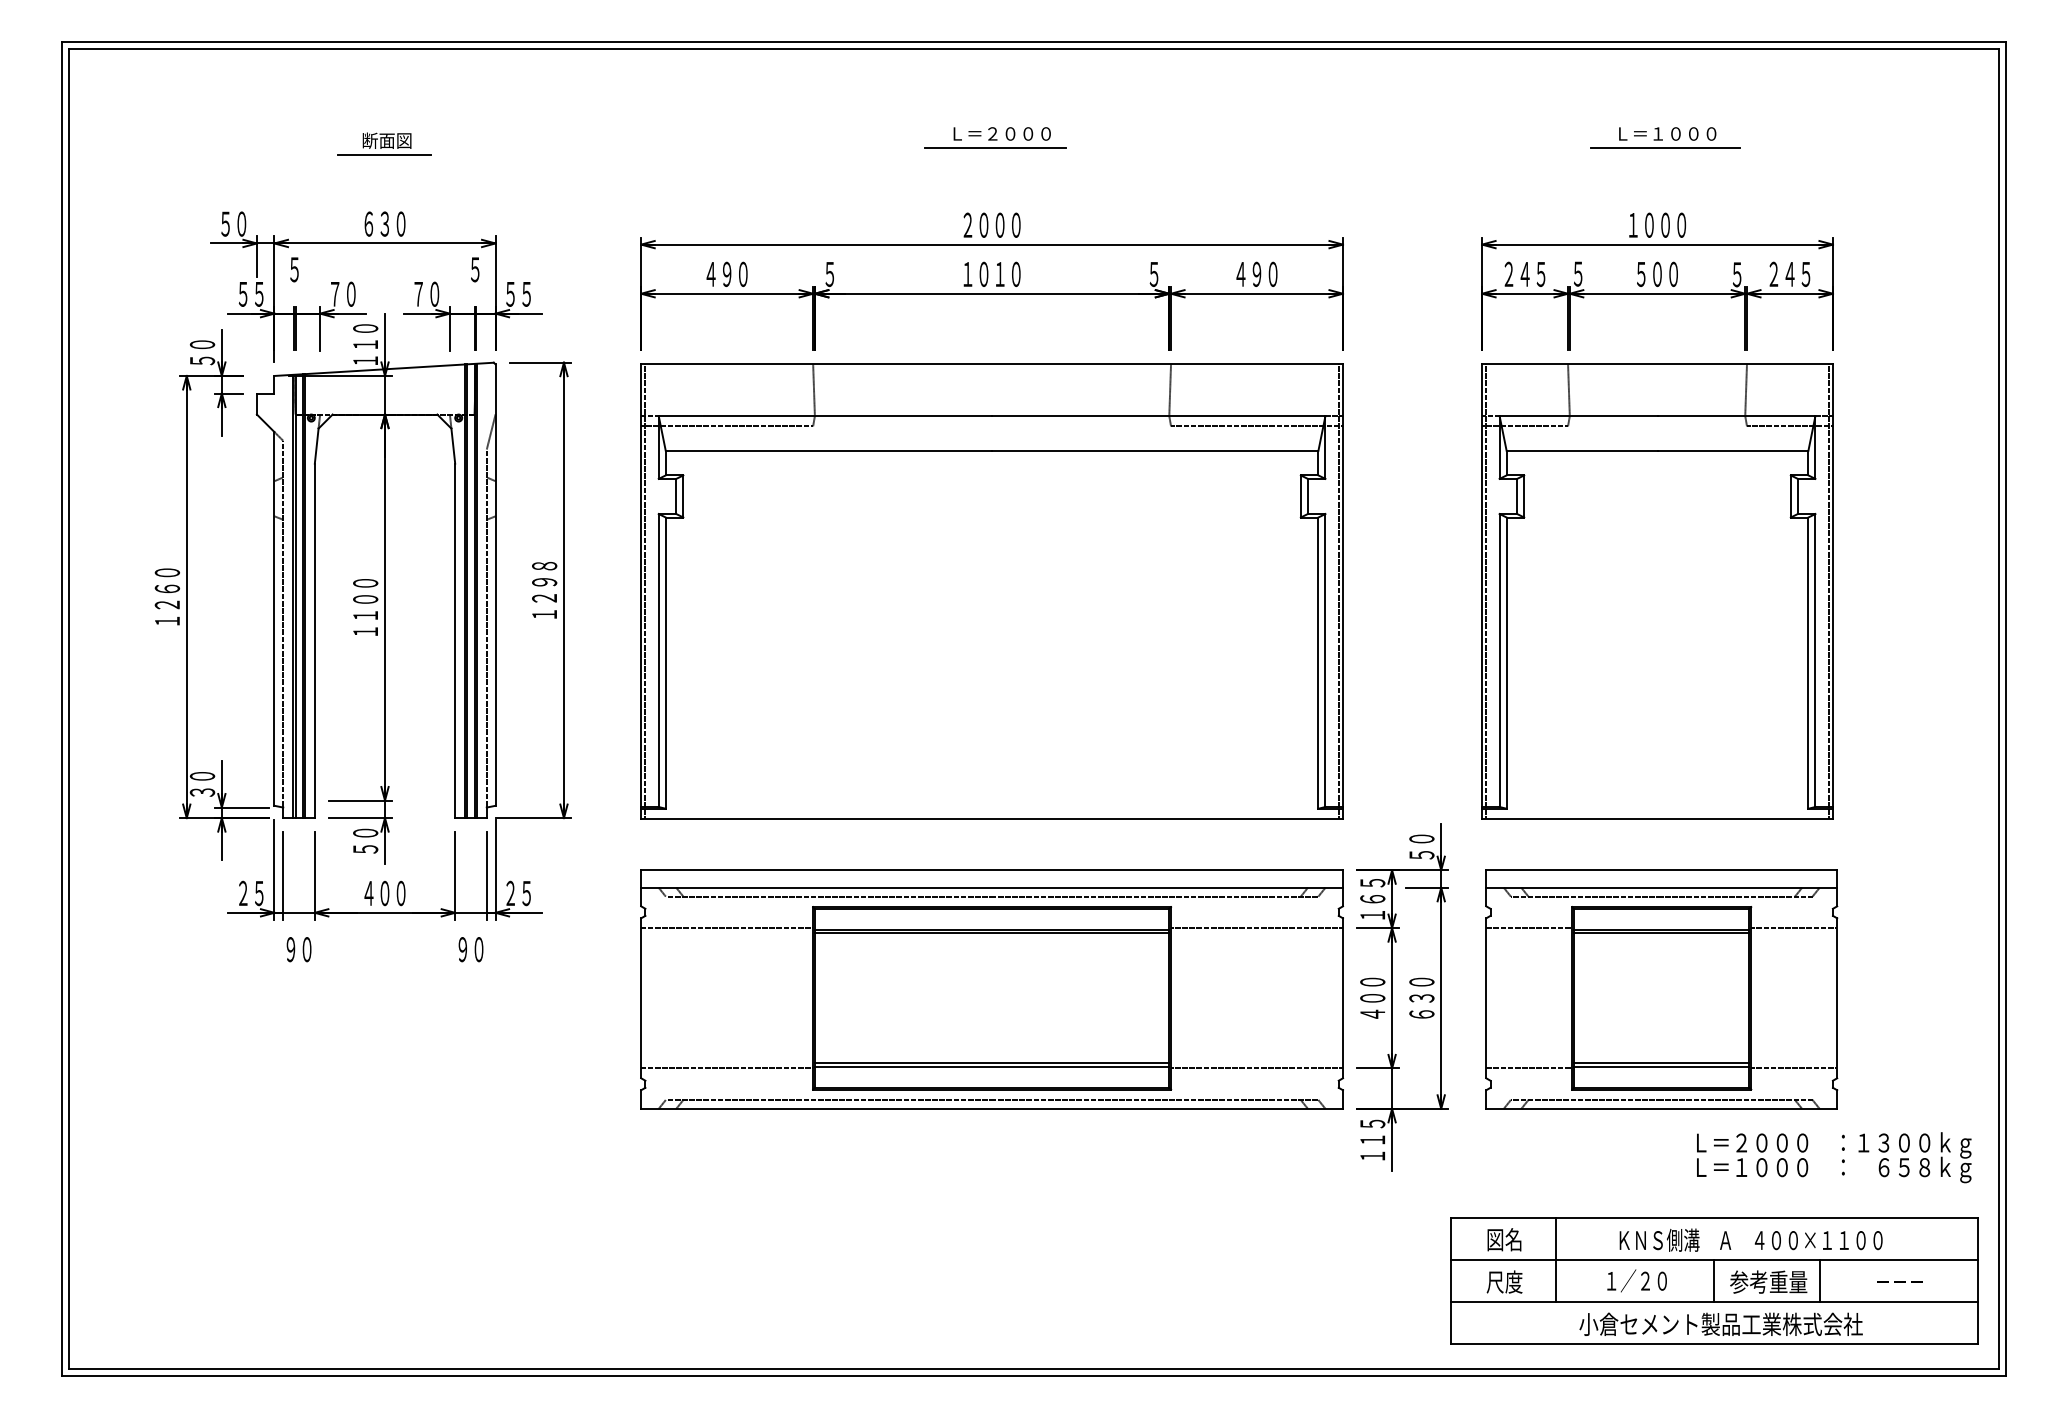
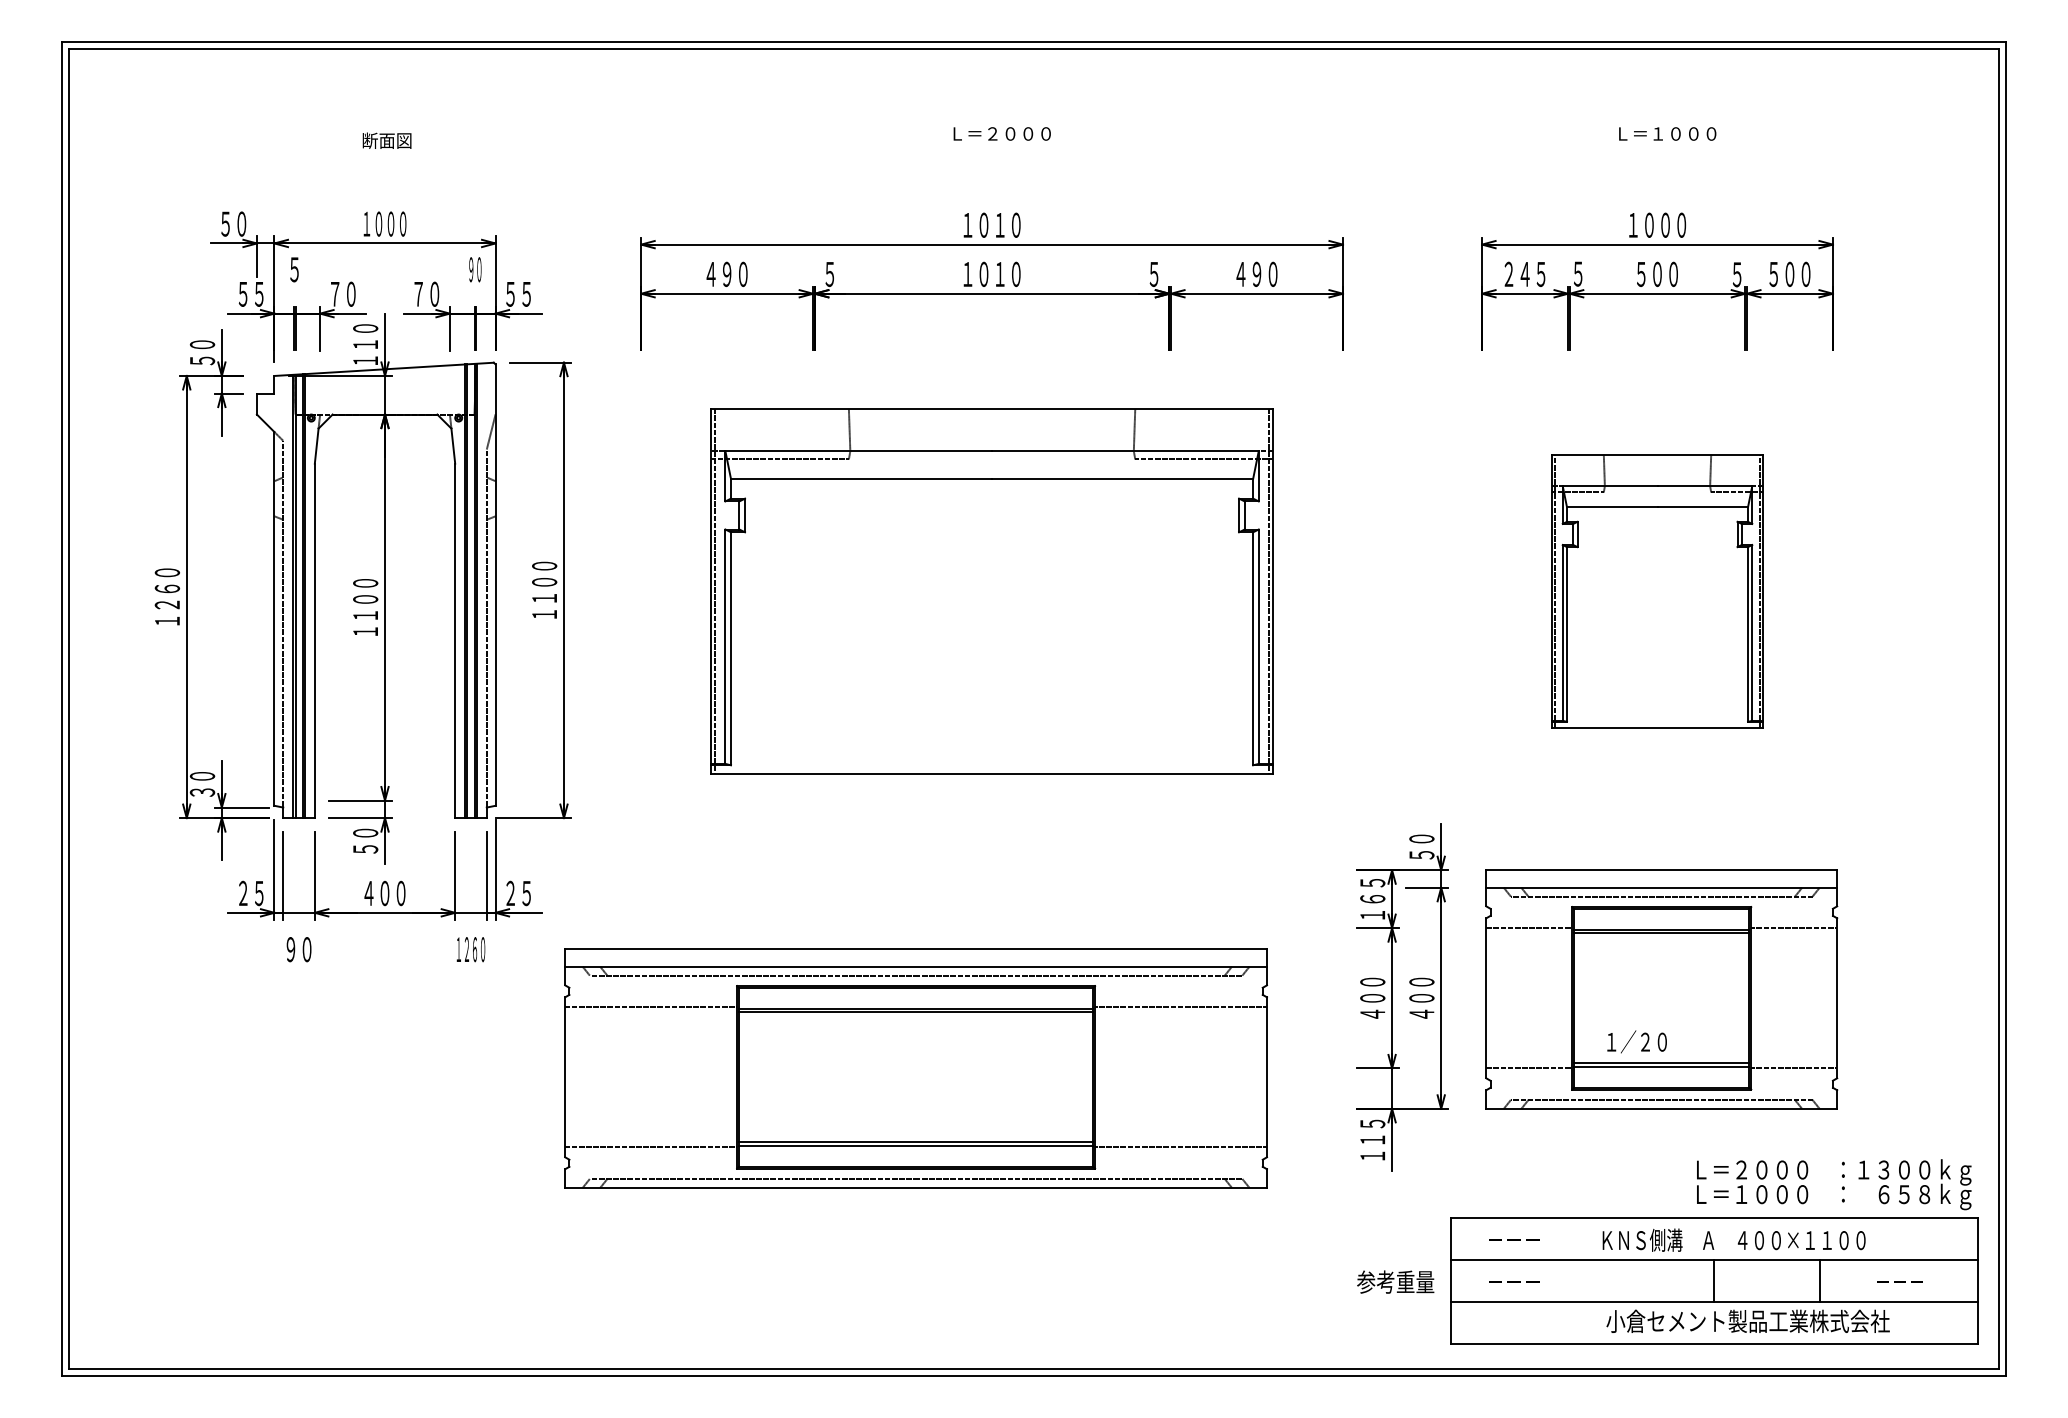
line at (995, 148): present -> none
line at (1664, 148): present -> none
line at (384, 155): present -> none
text at (384, 223): ６３０ -> １０００
text at (983, 224): ２０００ -> １０１０
text at (475, 269): ５ -> ９０
text at (1789, 274): ２４５ -> ５００
text at (544, 581): １２９８ -> １１００
part at (991, 591) size: 704x457 px -> 564x367 px
part at (1657, 591) size: 353x457 px -> 213x275 px
text at (470, 949): ９０ -> １２６０
part at (991, 989) position: (991, 989) -> (915, 1068)
text at (1421, 1006): ６３０ -> ４００
text at (1834, 1157) position: (1834, 1157) -> (1834, 1184)
text at (1513, 1239): 図名 -> －－－
text at (1750, 1239) position: (1750, 1239) -> (1733, 1239)
line at (1556, 1259): present -> none
text at (1636, 1280) position: (1636, 1280) -> (1636, 1041)
text at (1512, 1281): 尺度 -> －－－
text at (1768, 1281) position: (1768, 1281) -> (1395, 1281)
text at (1720, 1323) position: (1720, 1323) -> (1747, 1320)
